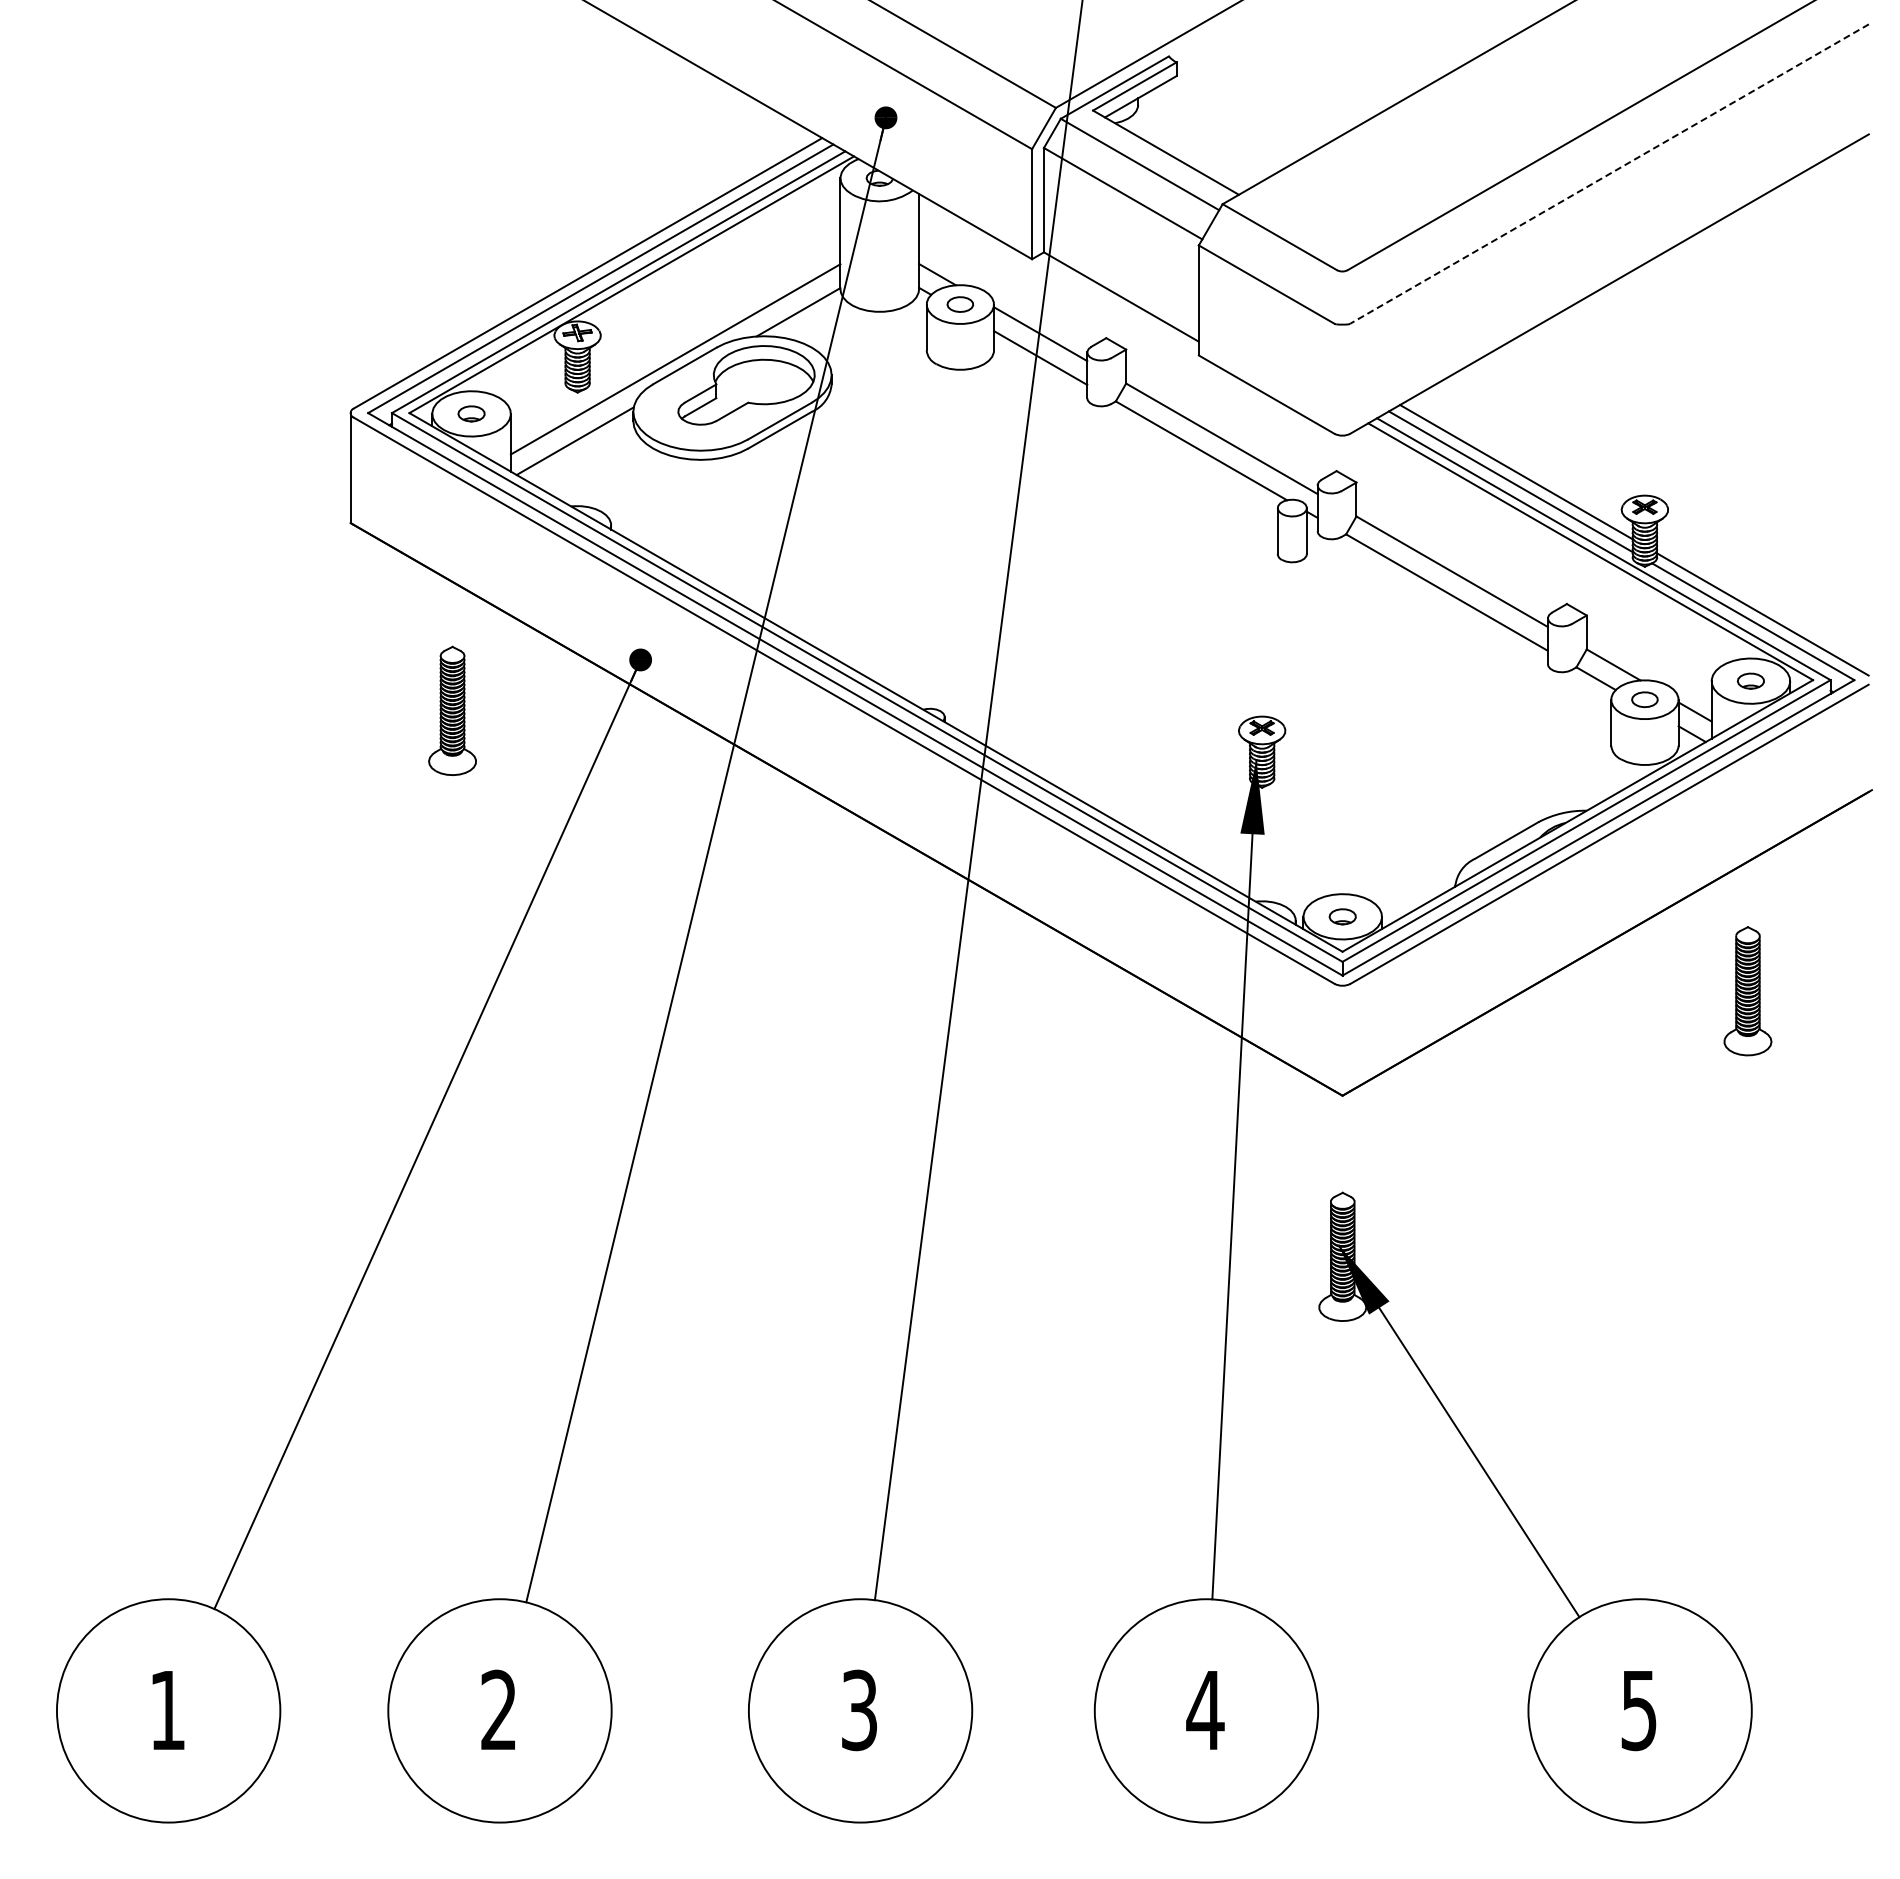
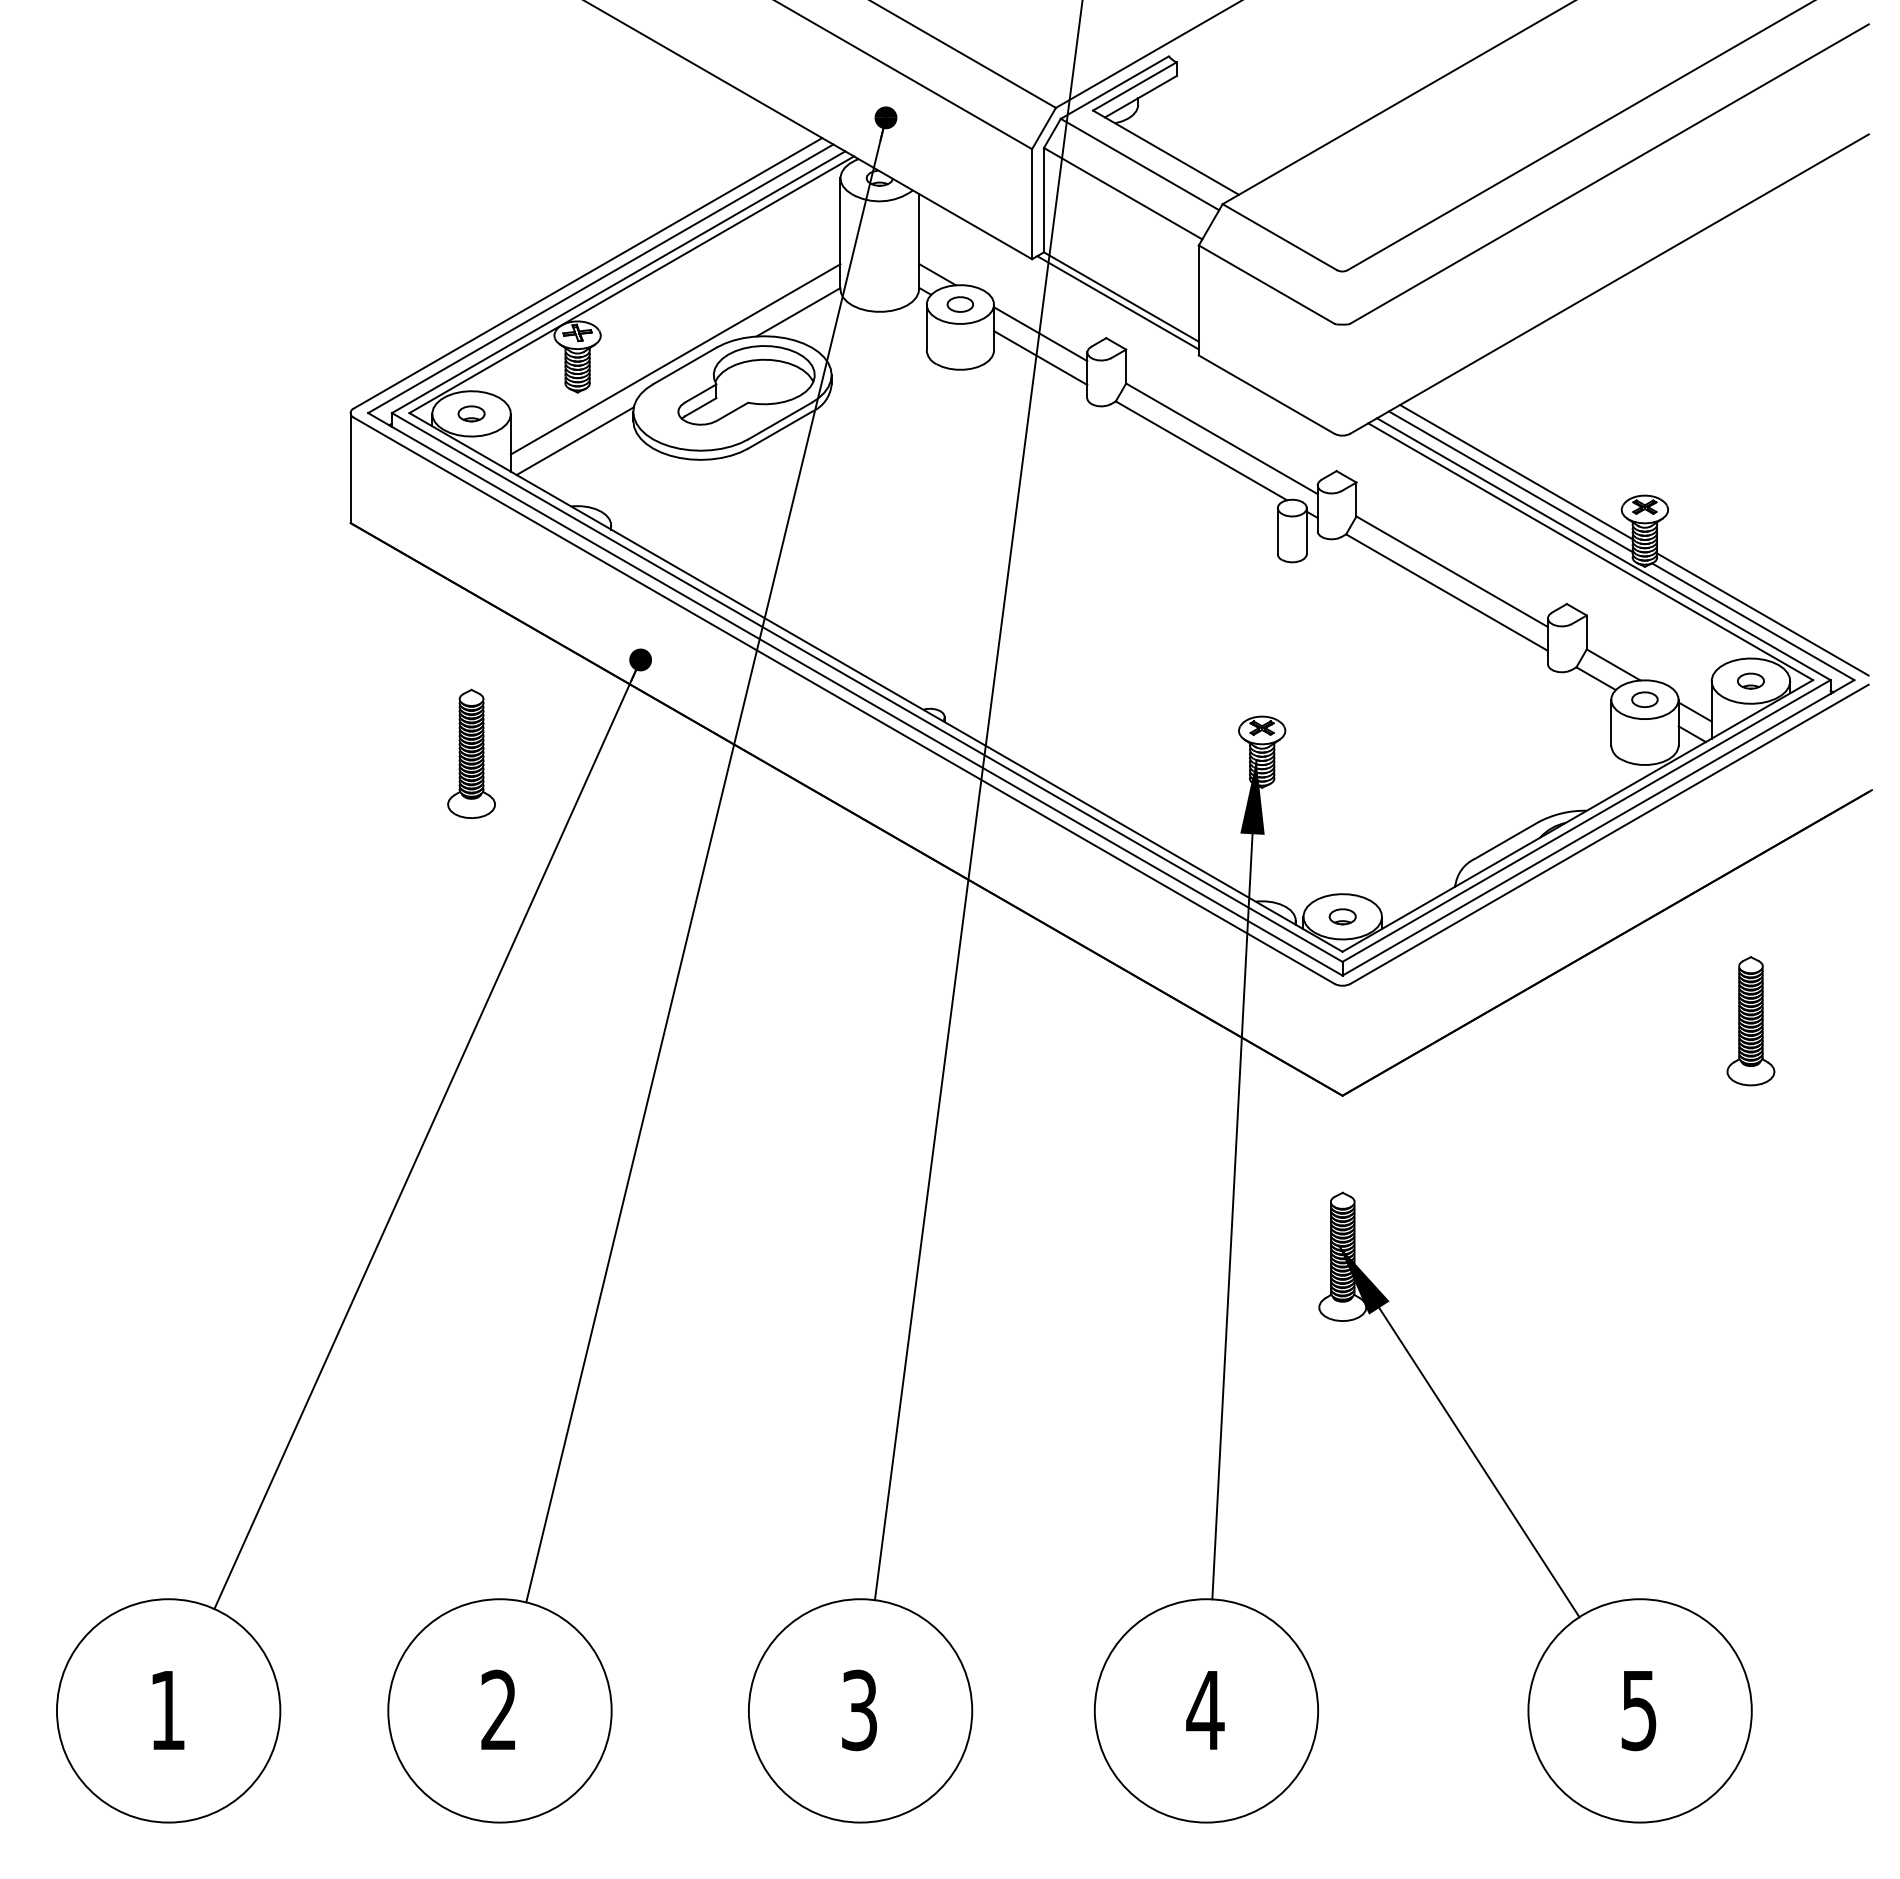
line at (1609, 174): dashed -> solid
line at (1117, 302): none -> present
part at (452, 710) position: (452, 710) -> (471, 753)
part at (1747, 991) position: (1747, 991) -> (1750, 1021)
